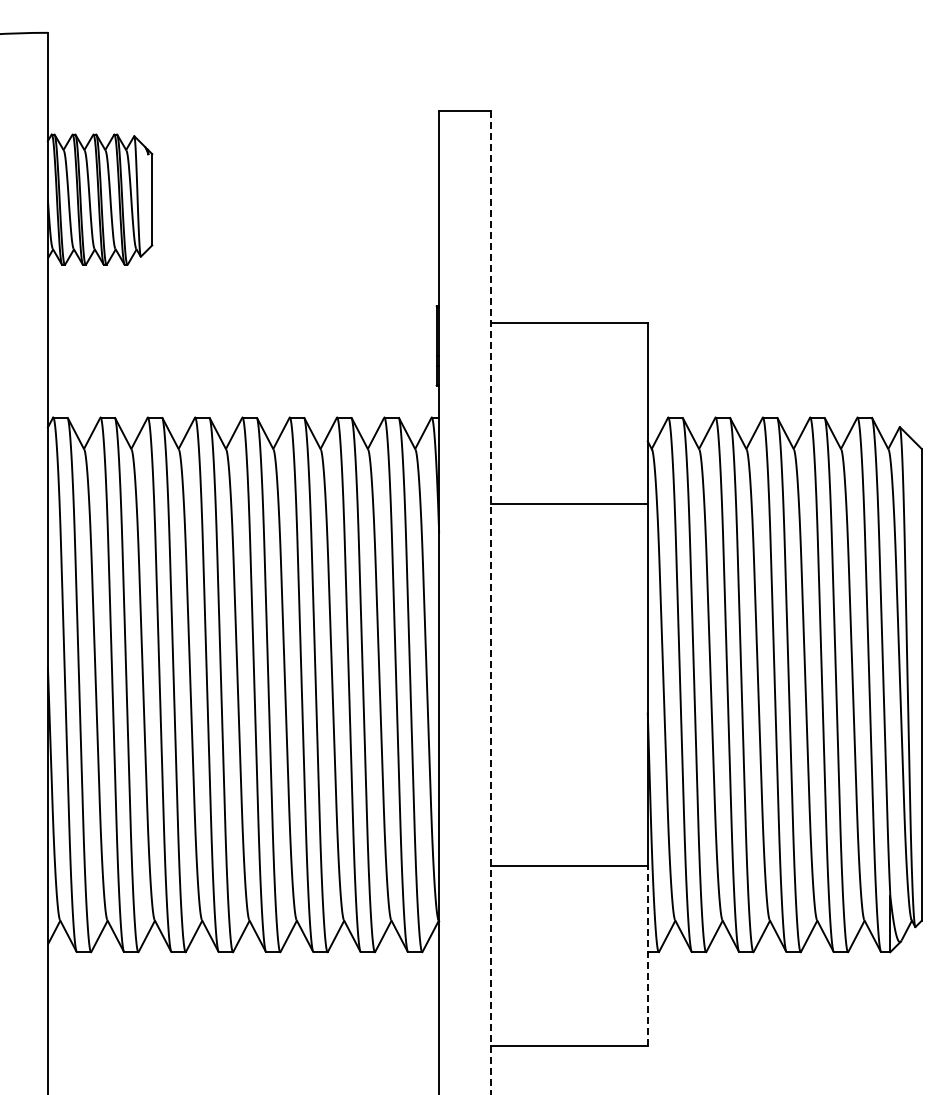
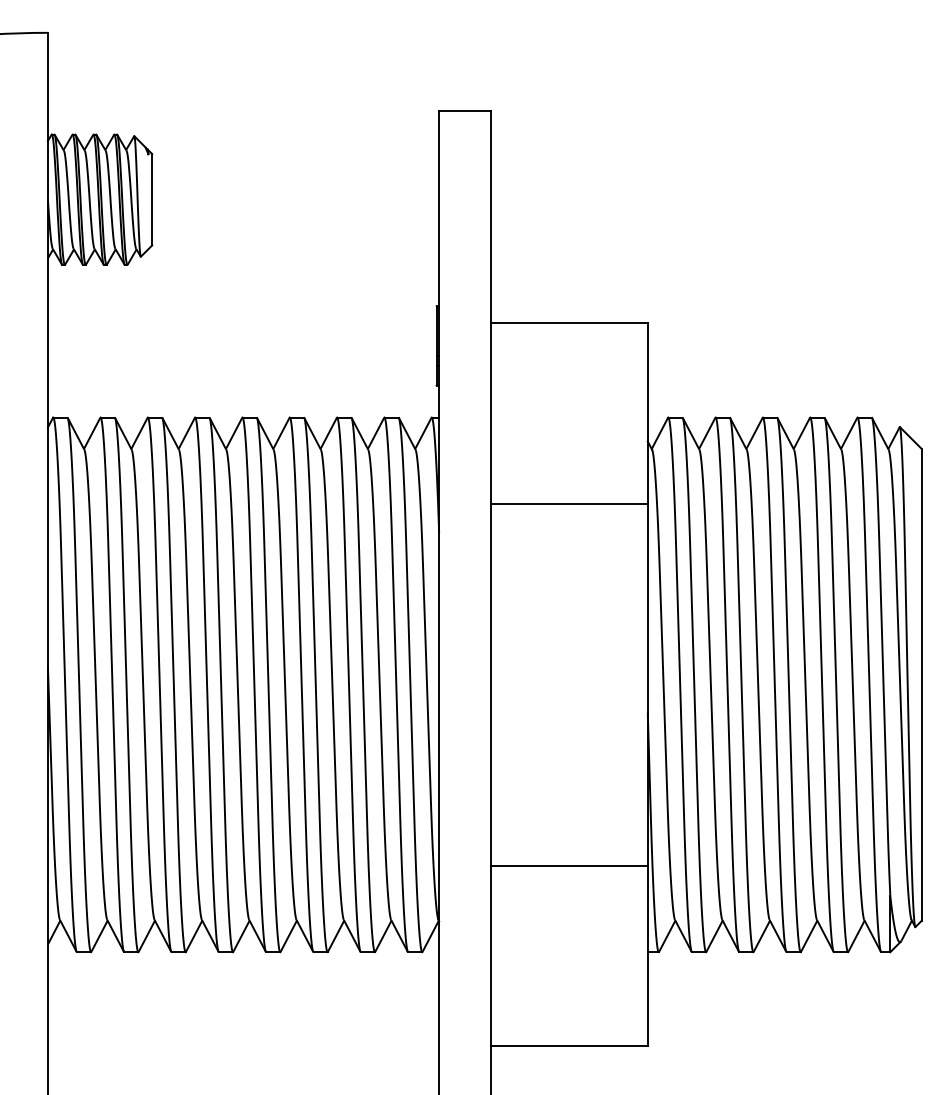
line at (491, 602): dashed -> solid
line at (647, 955): dashed -> solid
